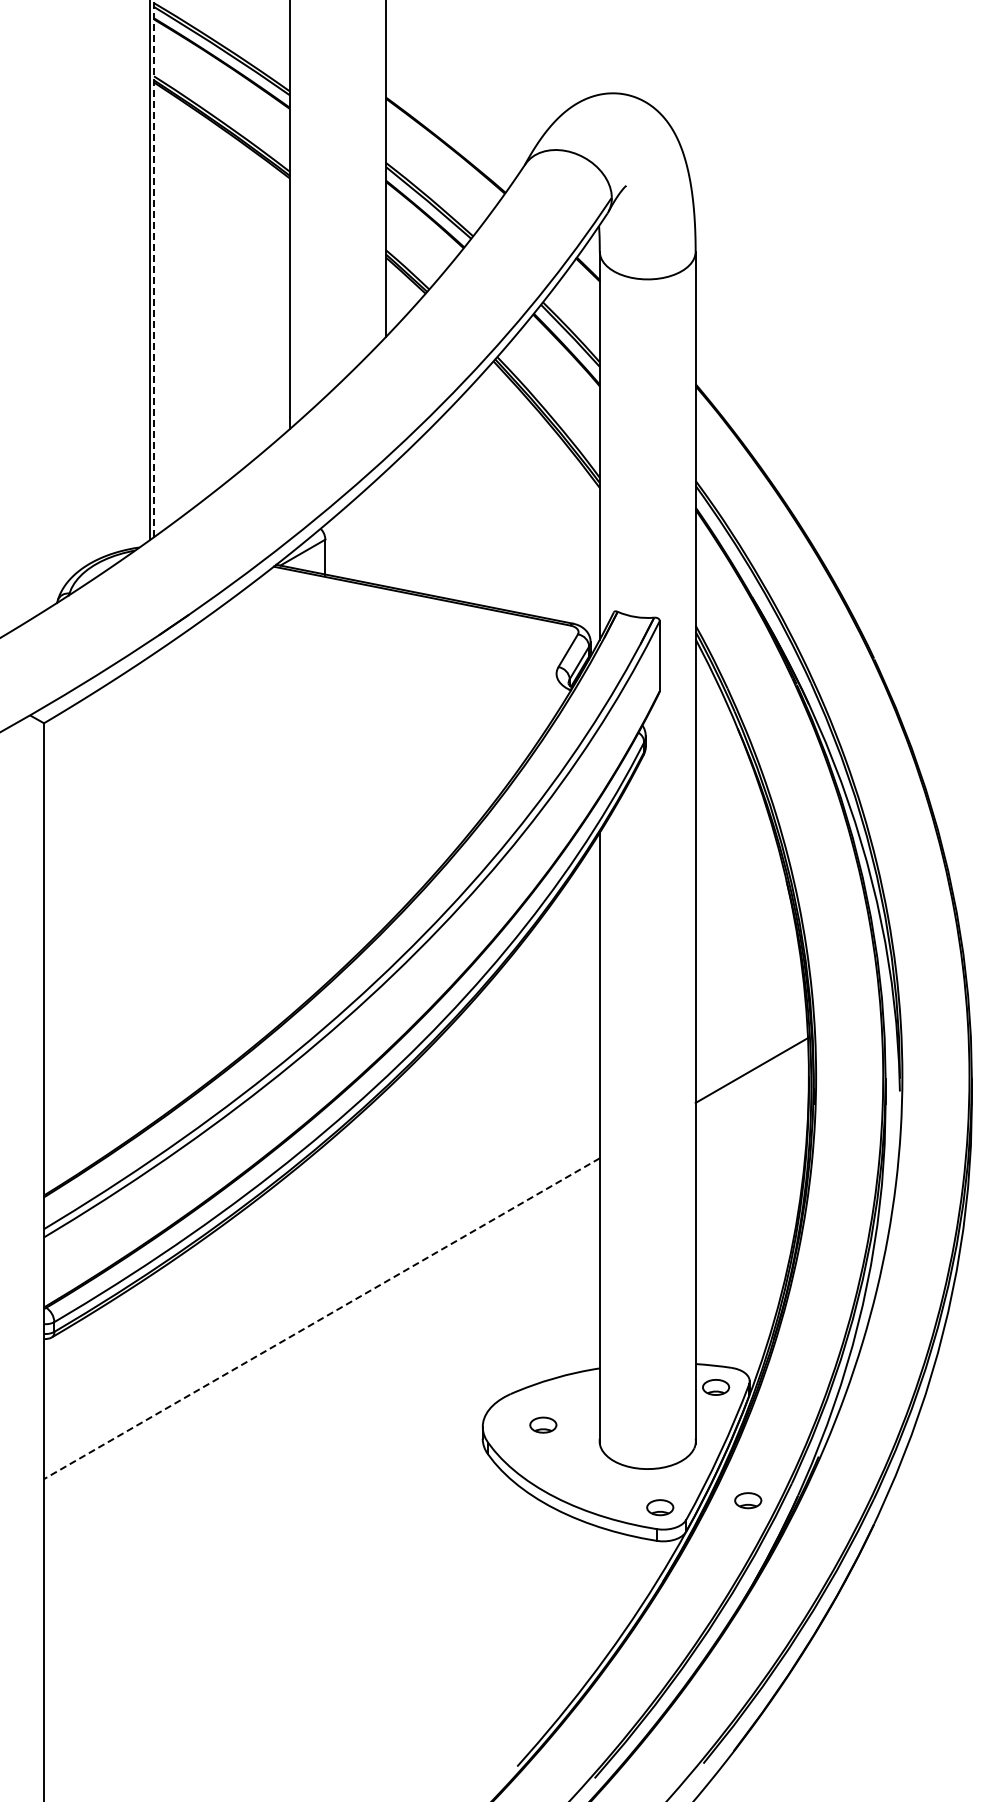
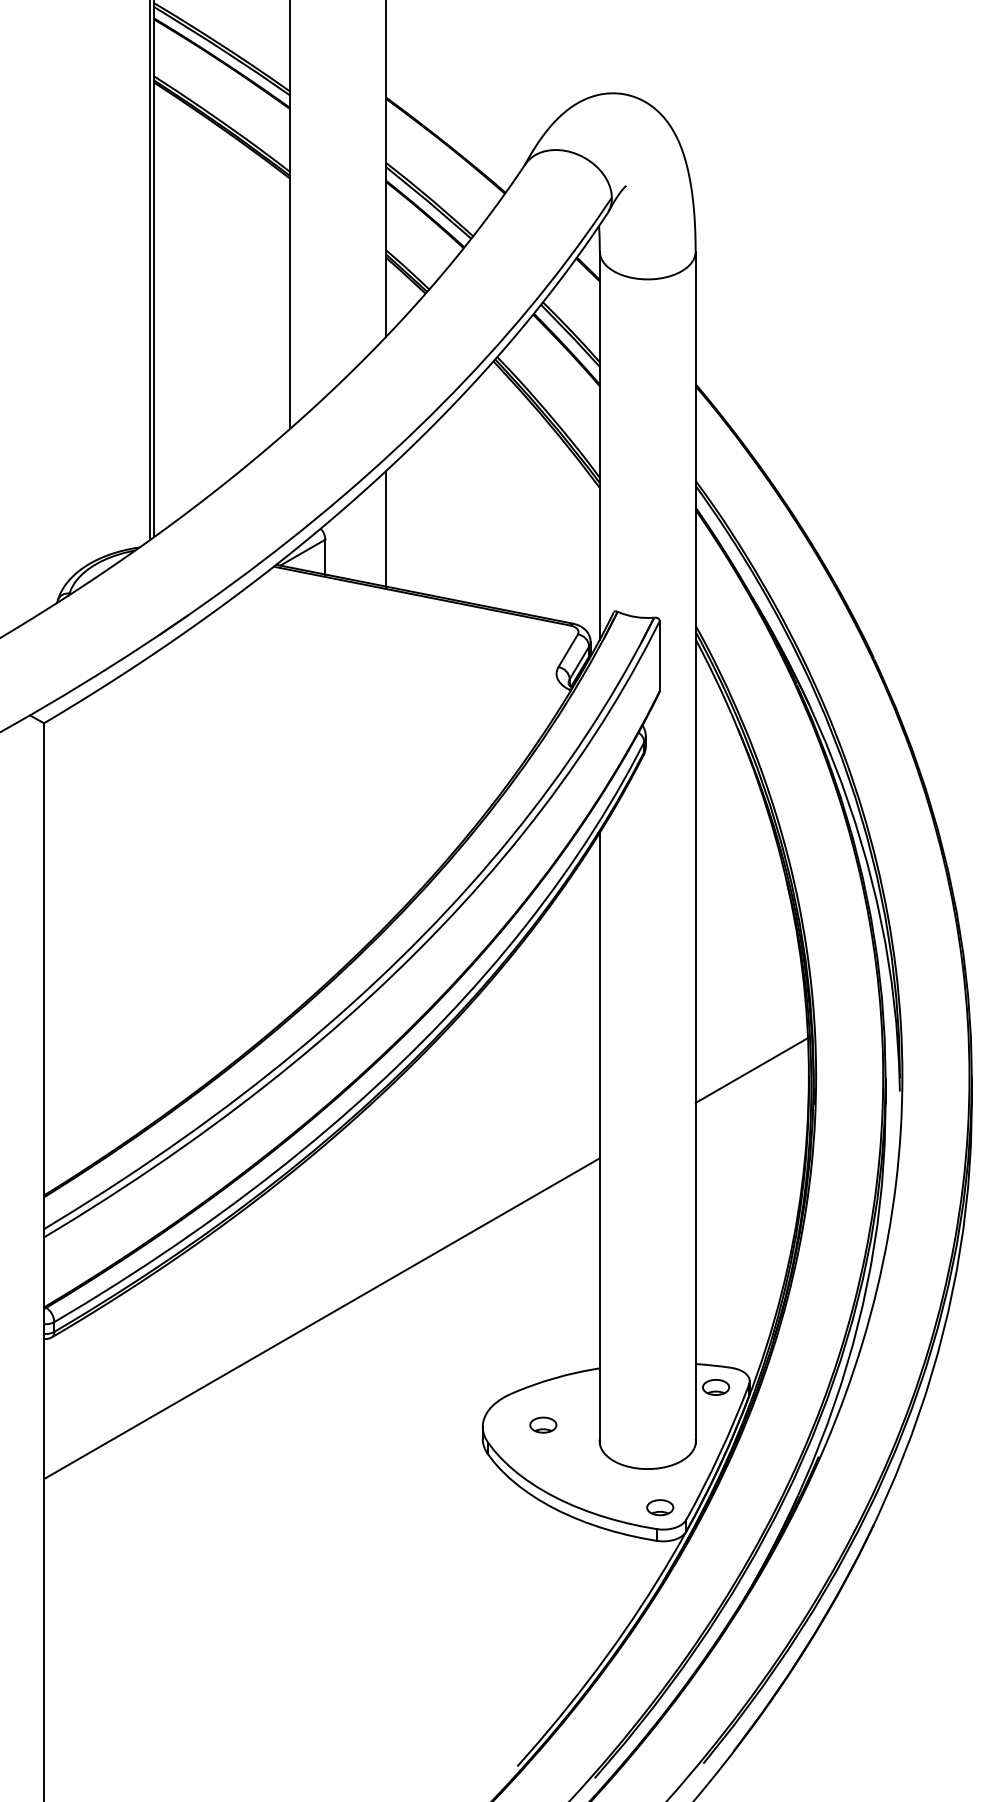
line at (154, 268): dashed -> solid
line at (385, 528): none -> present
line at (321, 1318): dashed -> solid
part at (748, 1500): present -> none
